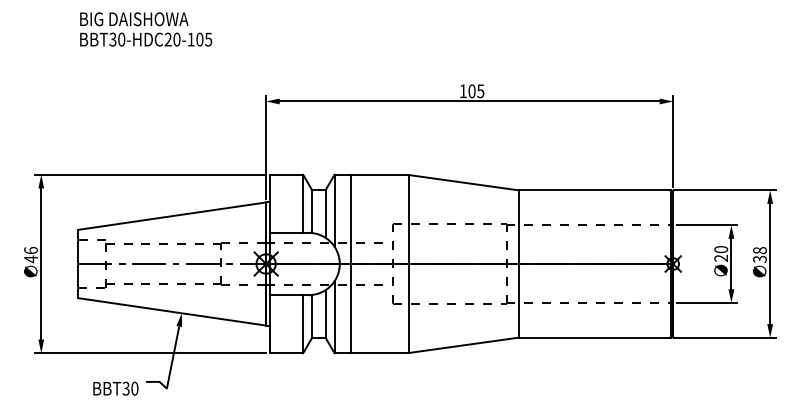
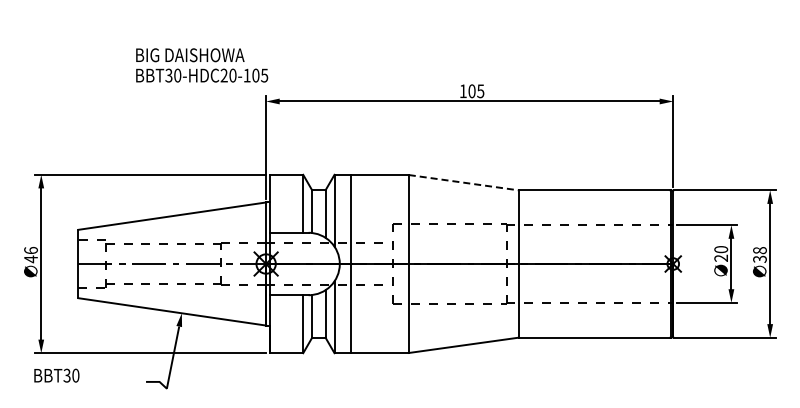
text at (146, 29) position: (146, 29) -> (202, 65)
line at (464, 182): solid -> dashed
text at (115, 388) position: (115, 388) -> (56, 375)
